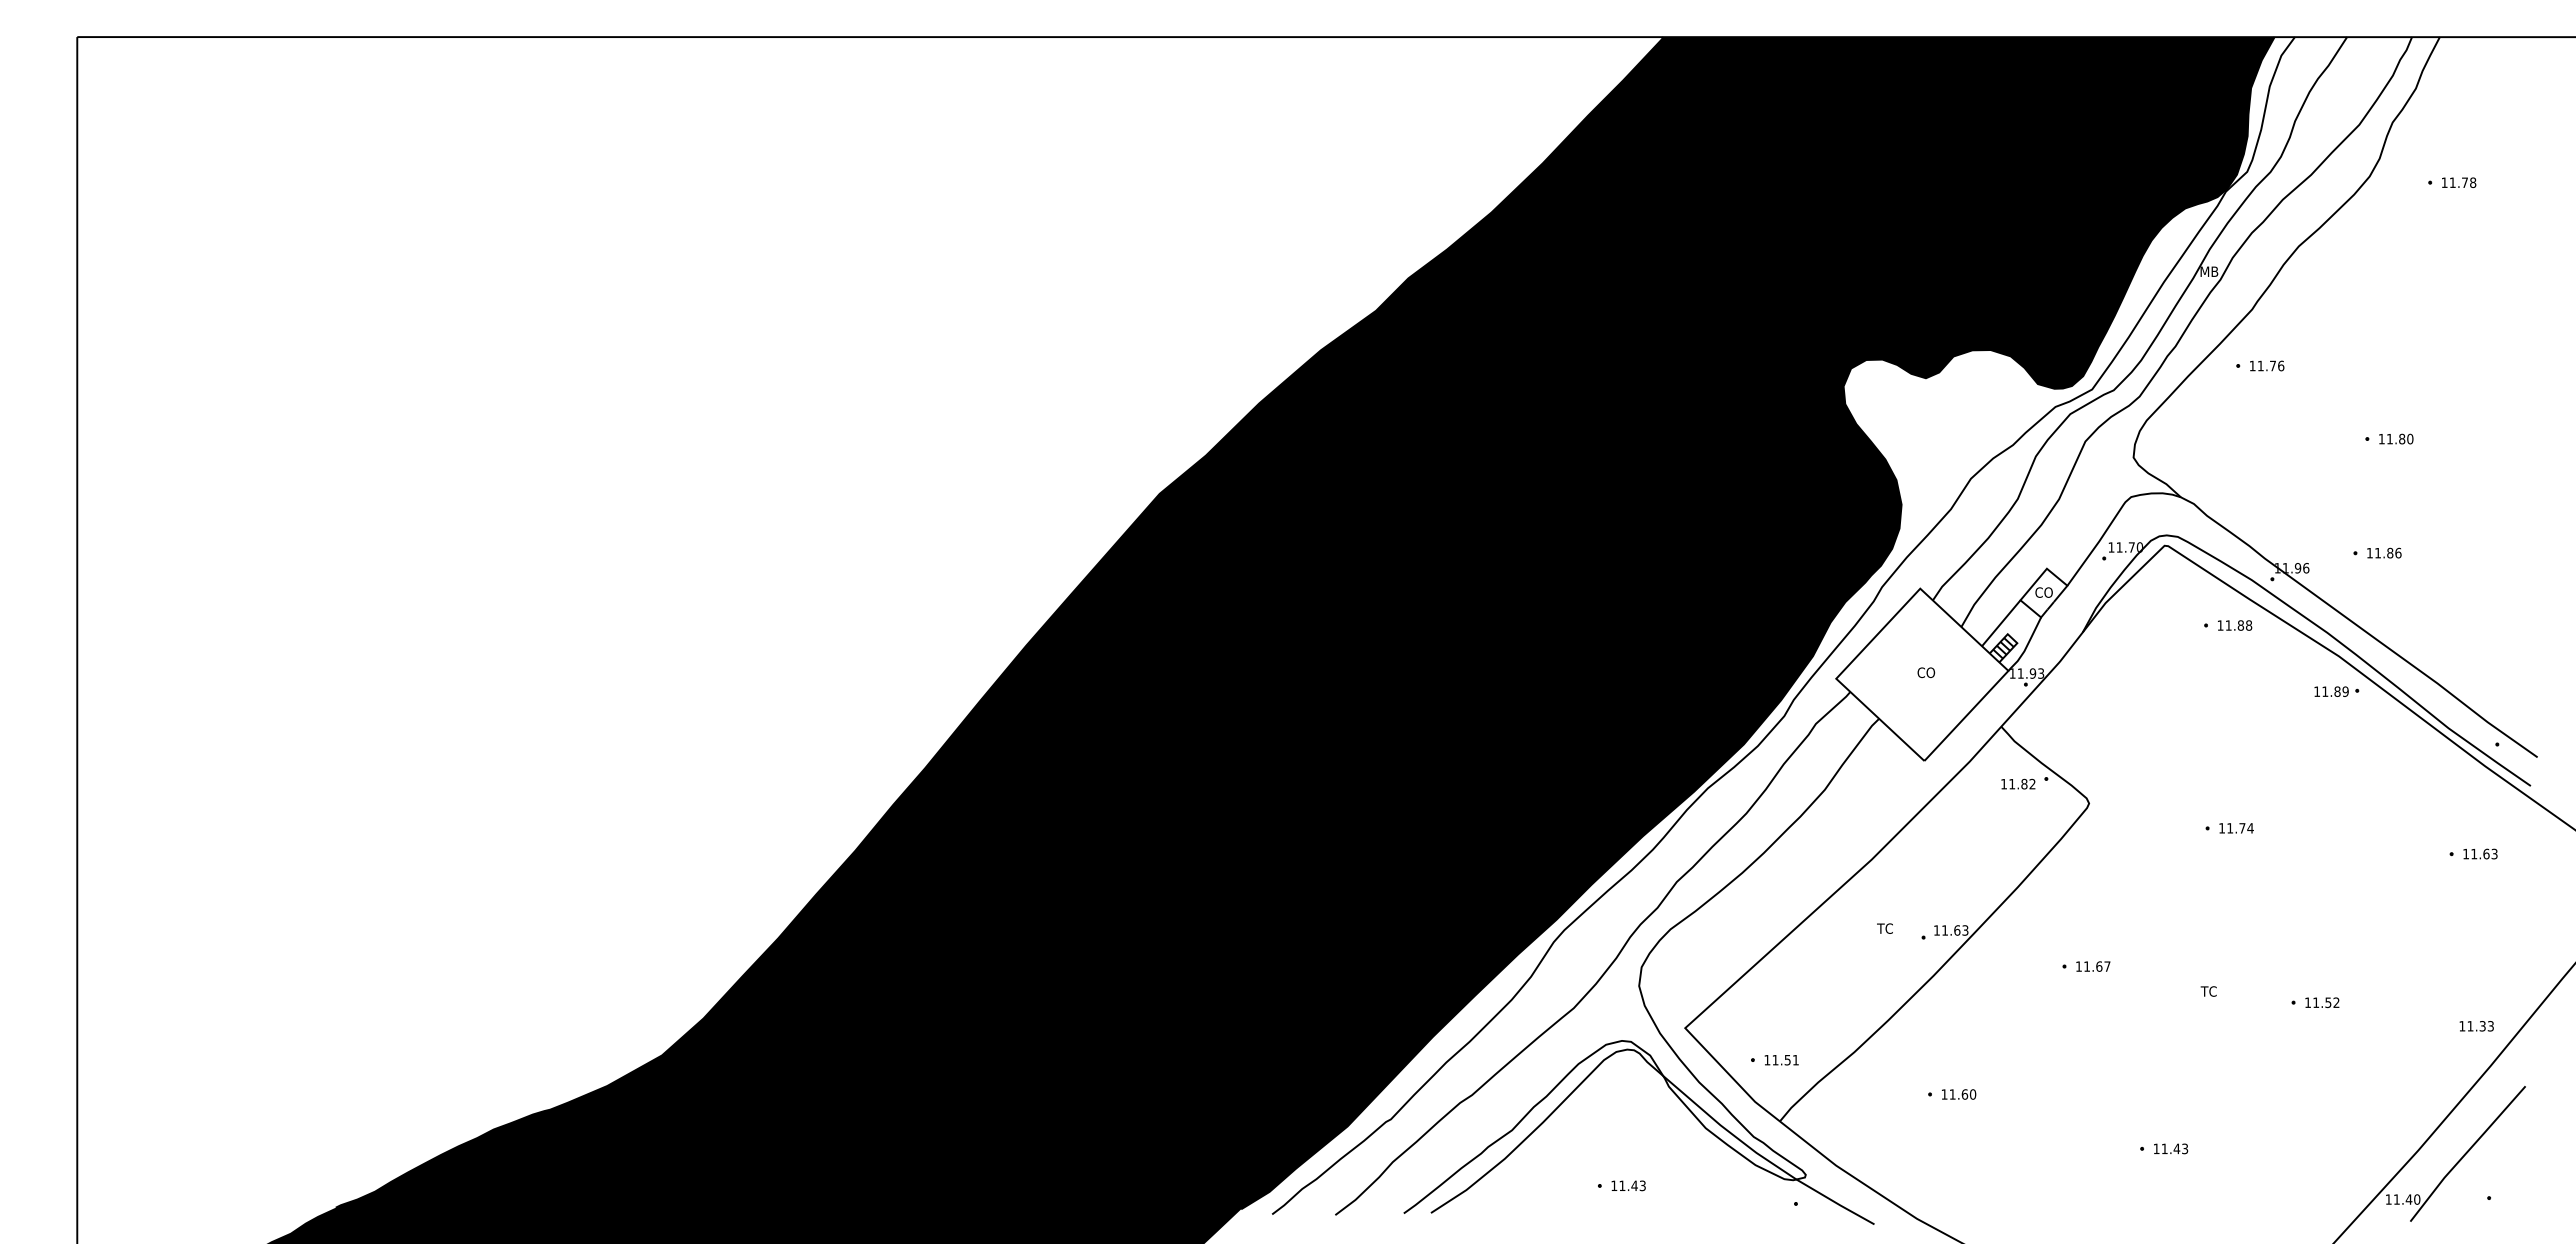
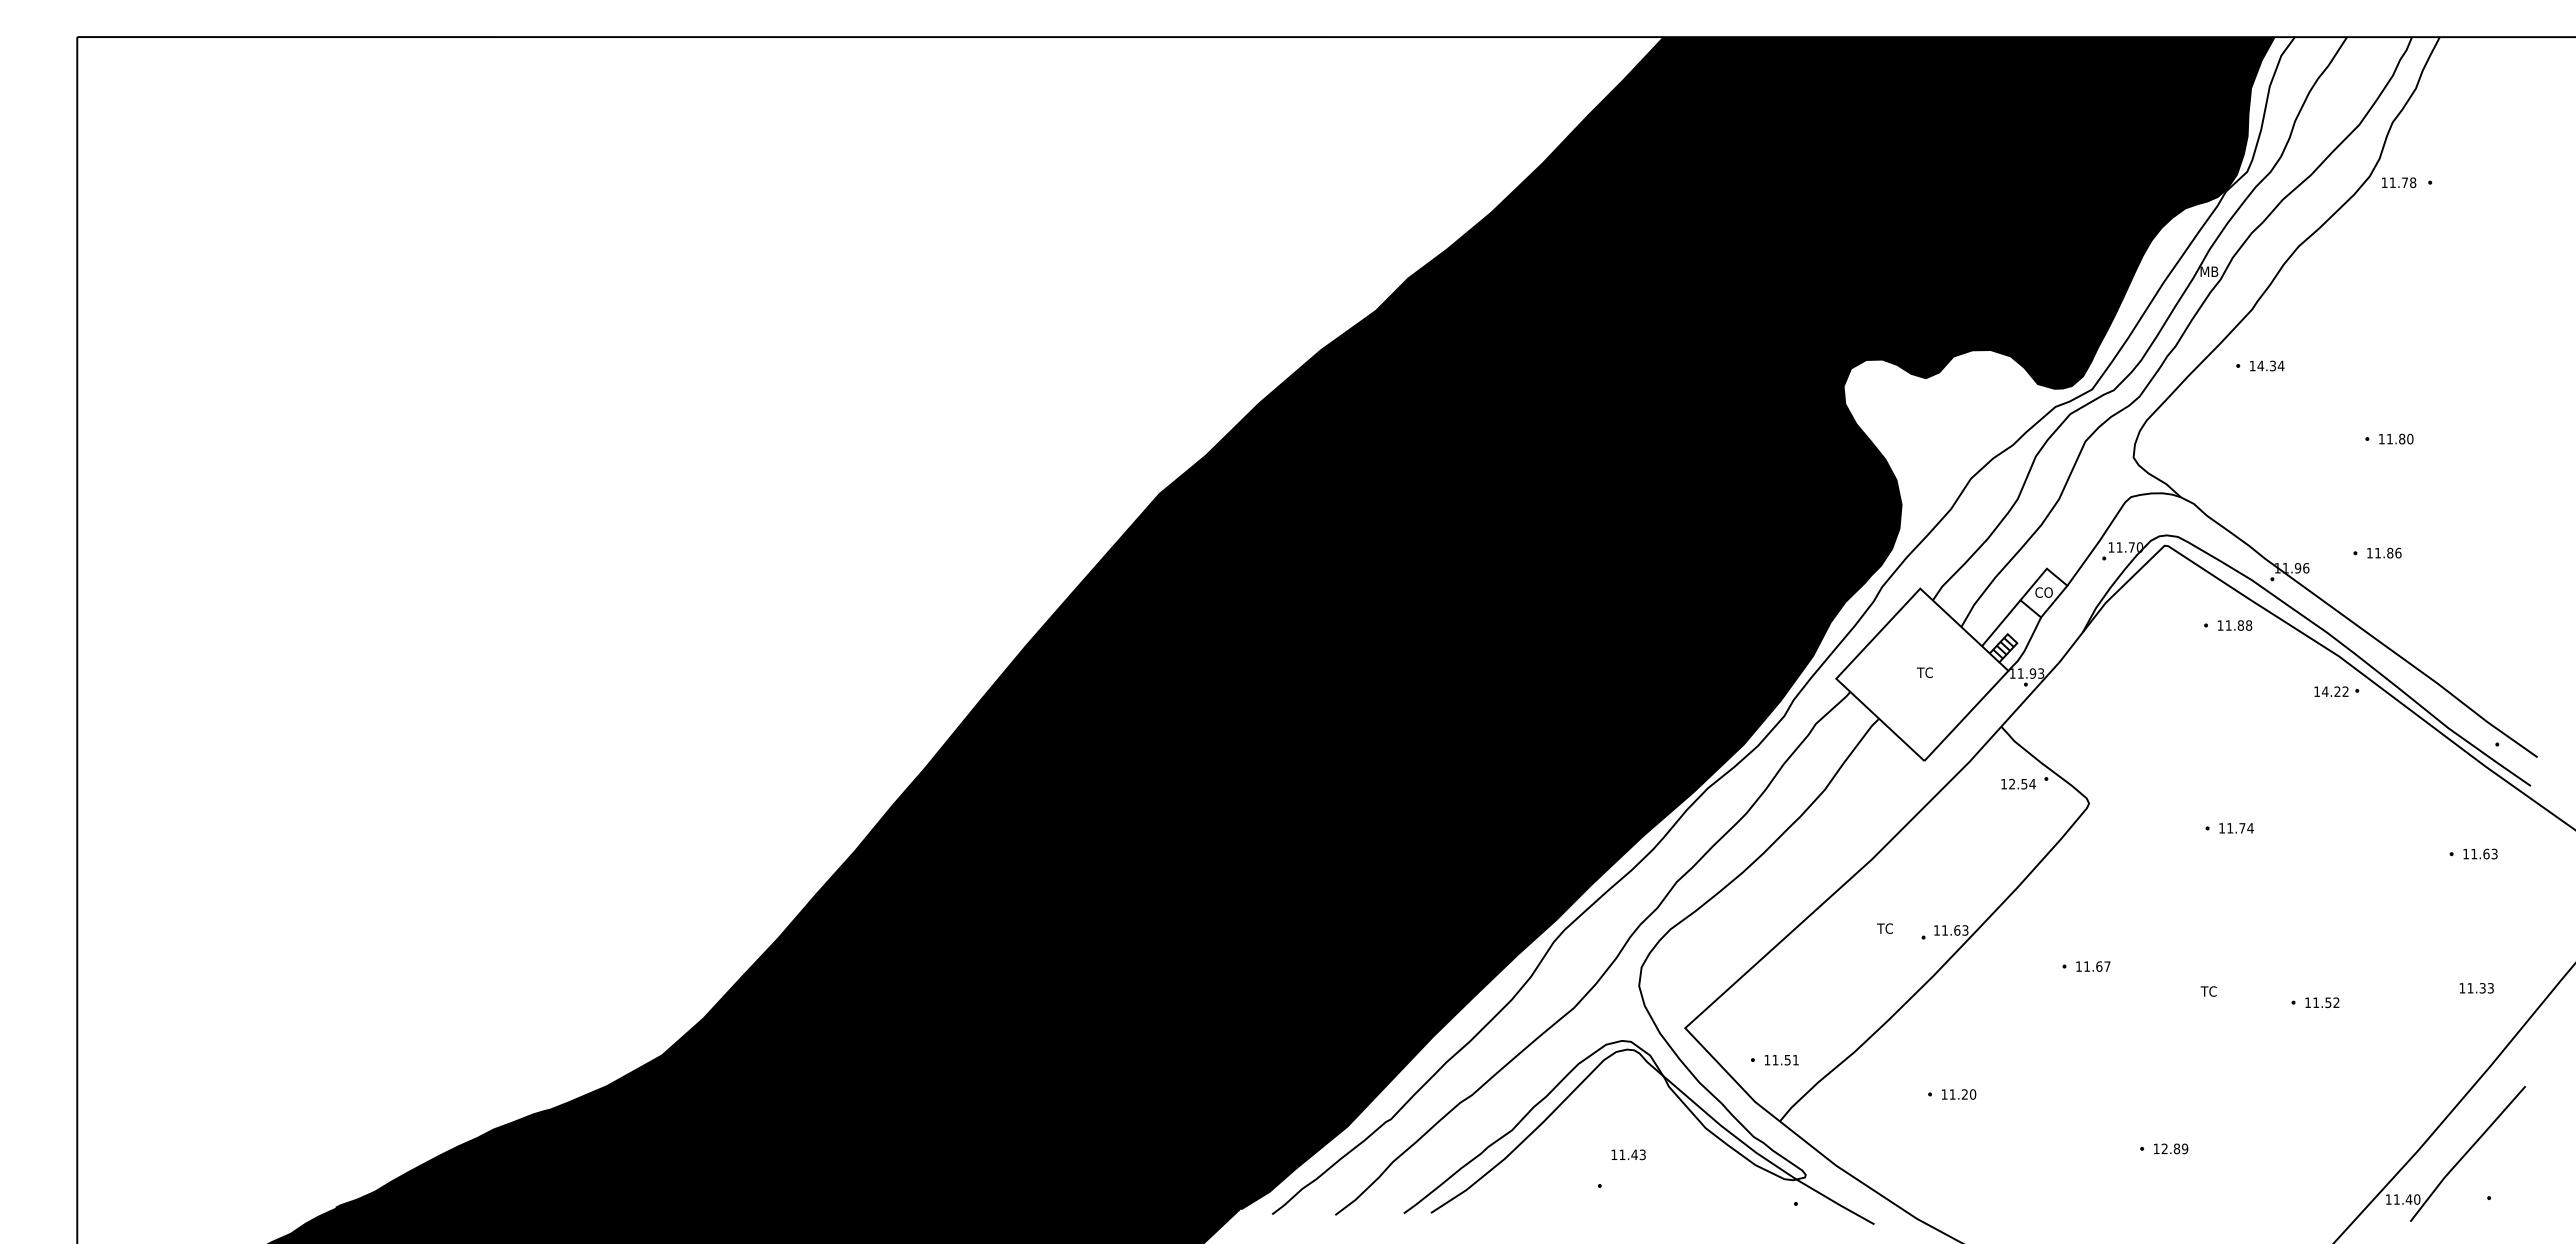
text at (2459, 182) position: (2459, 182) -> (2399, 182)
text at (2270, 365): 11.76 -> 14.34
text at (1925, 672): CO -> TC
text at (2334, 691): 11.89 -> 14.22
text at (2022, 783): 11.82 -> 12.54
text at (2476, 1026) position: (2476, 1026) -> (2476, 988)
text at (1964, 1094): 11.60 -> 11.20
text at (2174, 1148): 11.43 -> 12.89
text at (1628, 1185) position: (1628, 1185) -> (1628, 1154)
